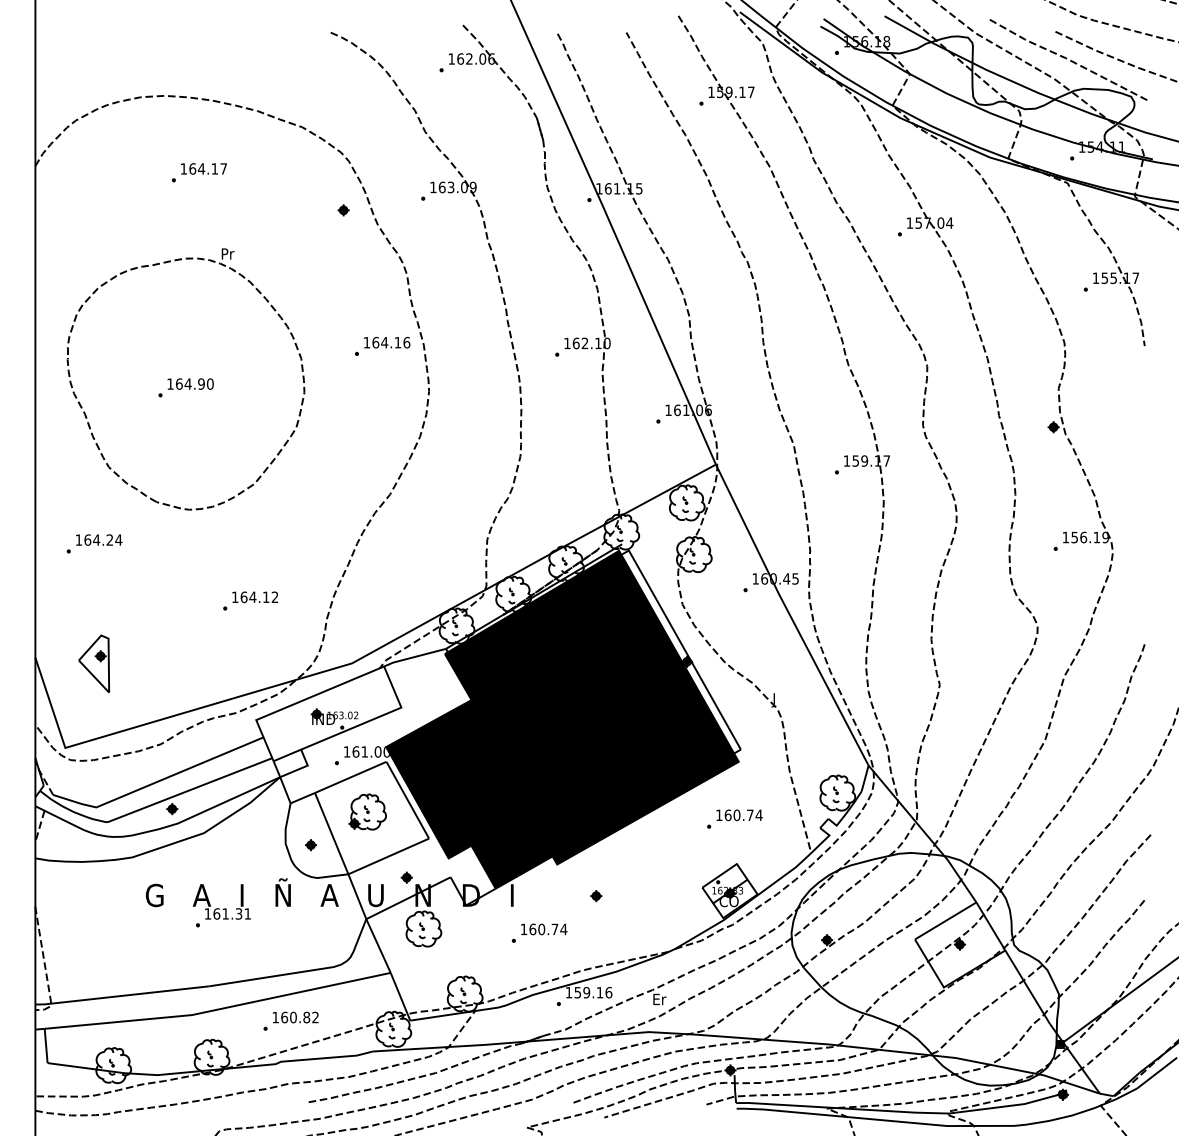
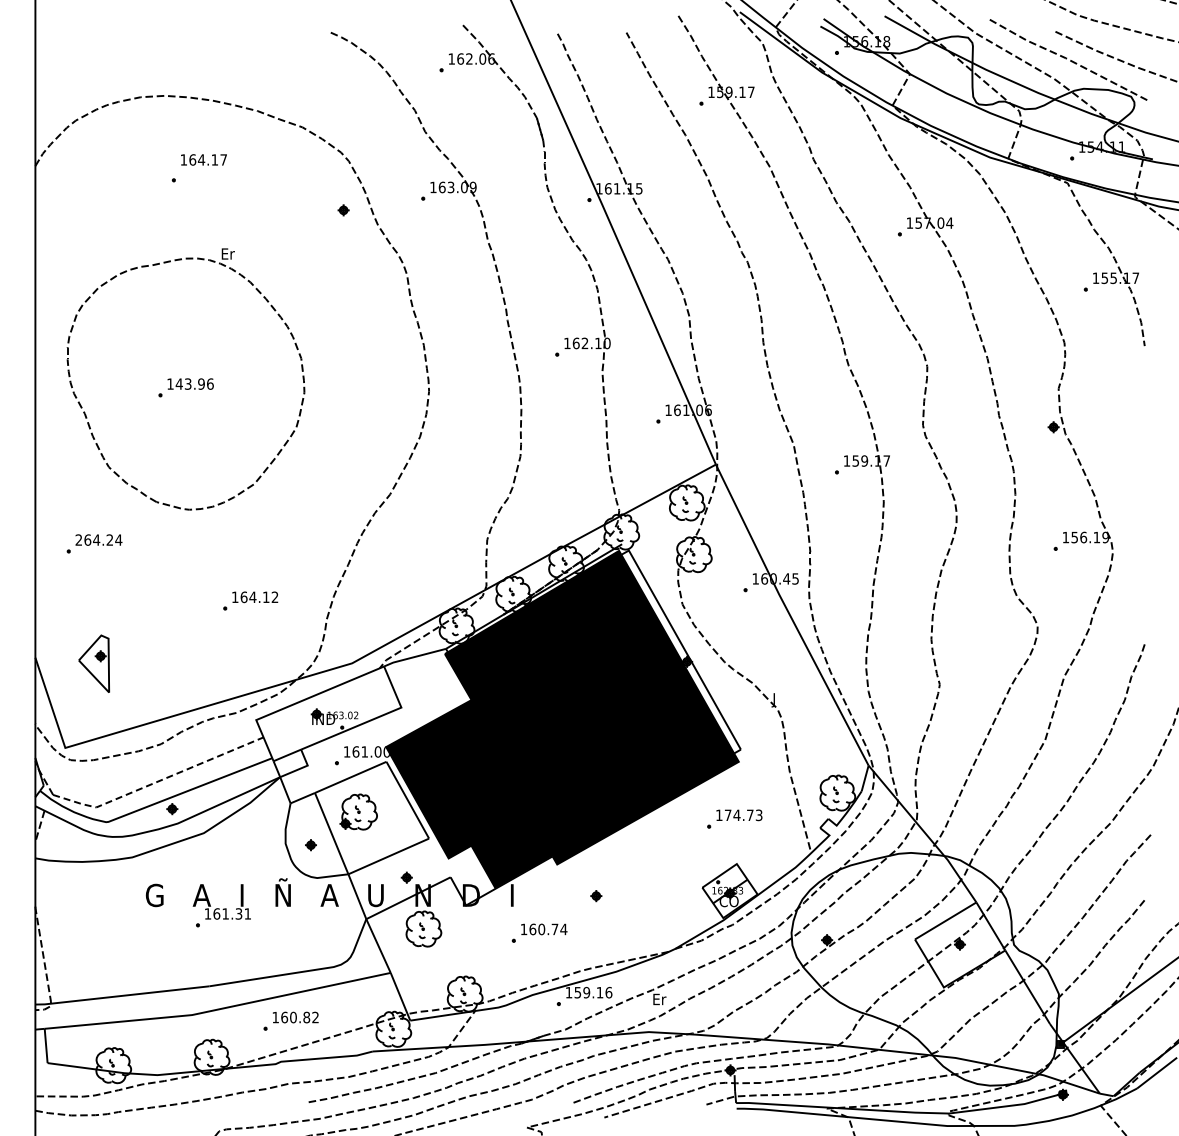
text at (203, 168) position: (203, 168) -> (203, 159)
text at (228, 253): Pr -> Er
part at (382, 346): present -> none
text at (194, 383): 164.90 -> 143.96
text at (78, 539): 164.24 -> 264.24
line at (157, 781): solid -> dashed
part at (367, 811) position: (367, 811) -> (358, 811)
text at (743, 815): 160.74 -> 174.73
